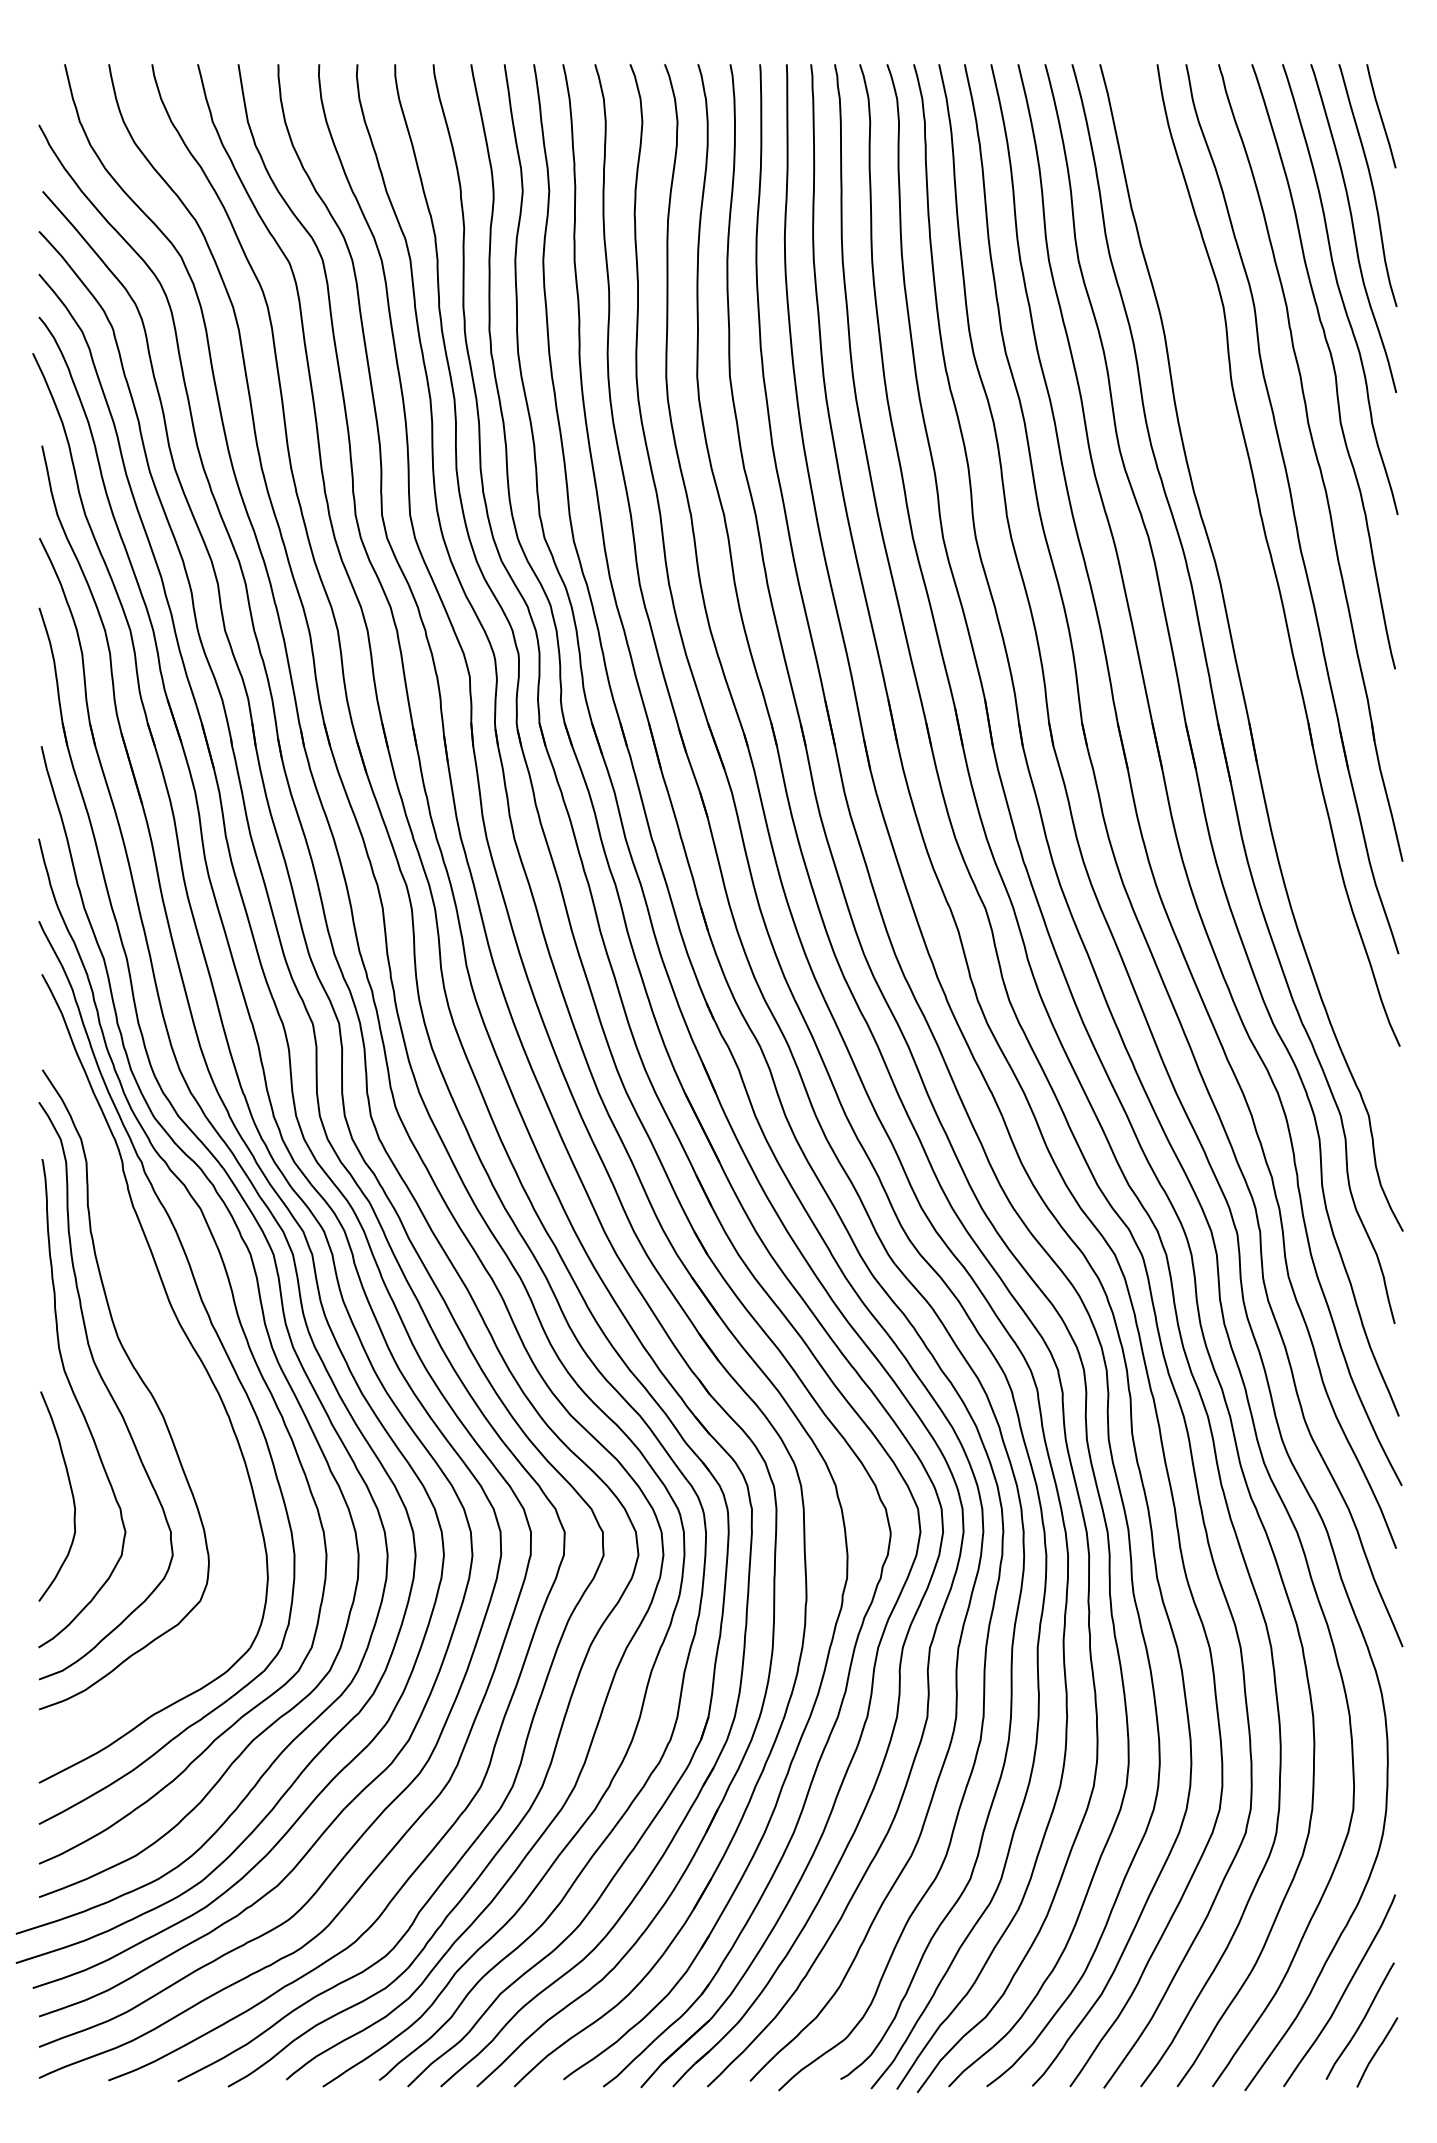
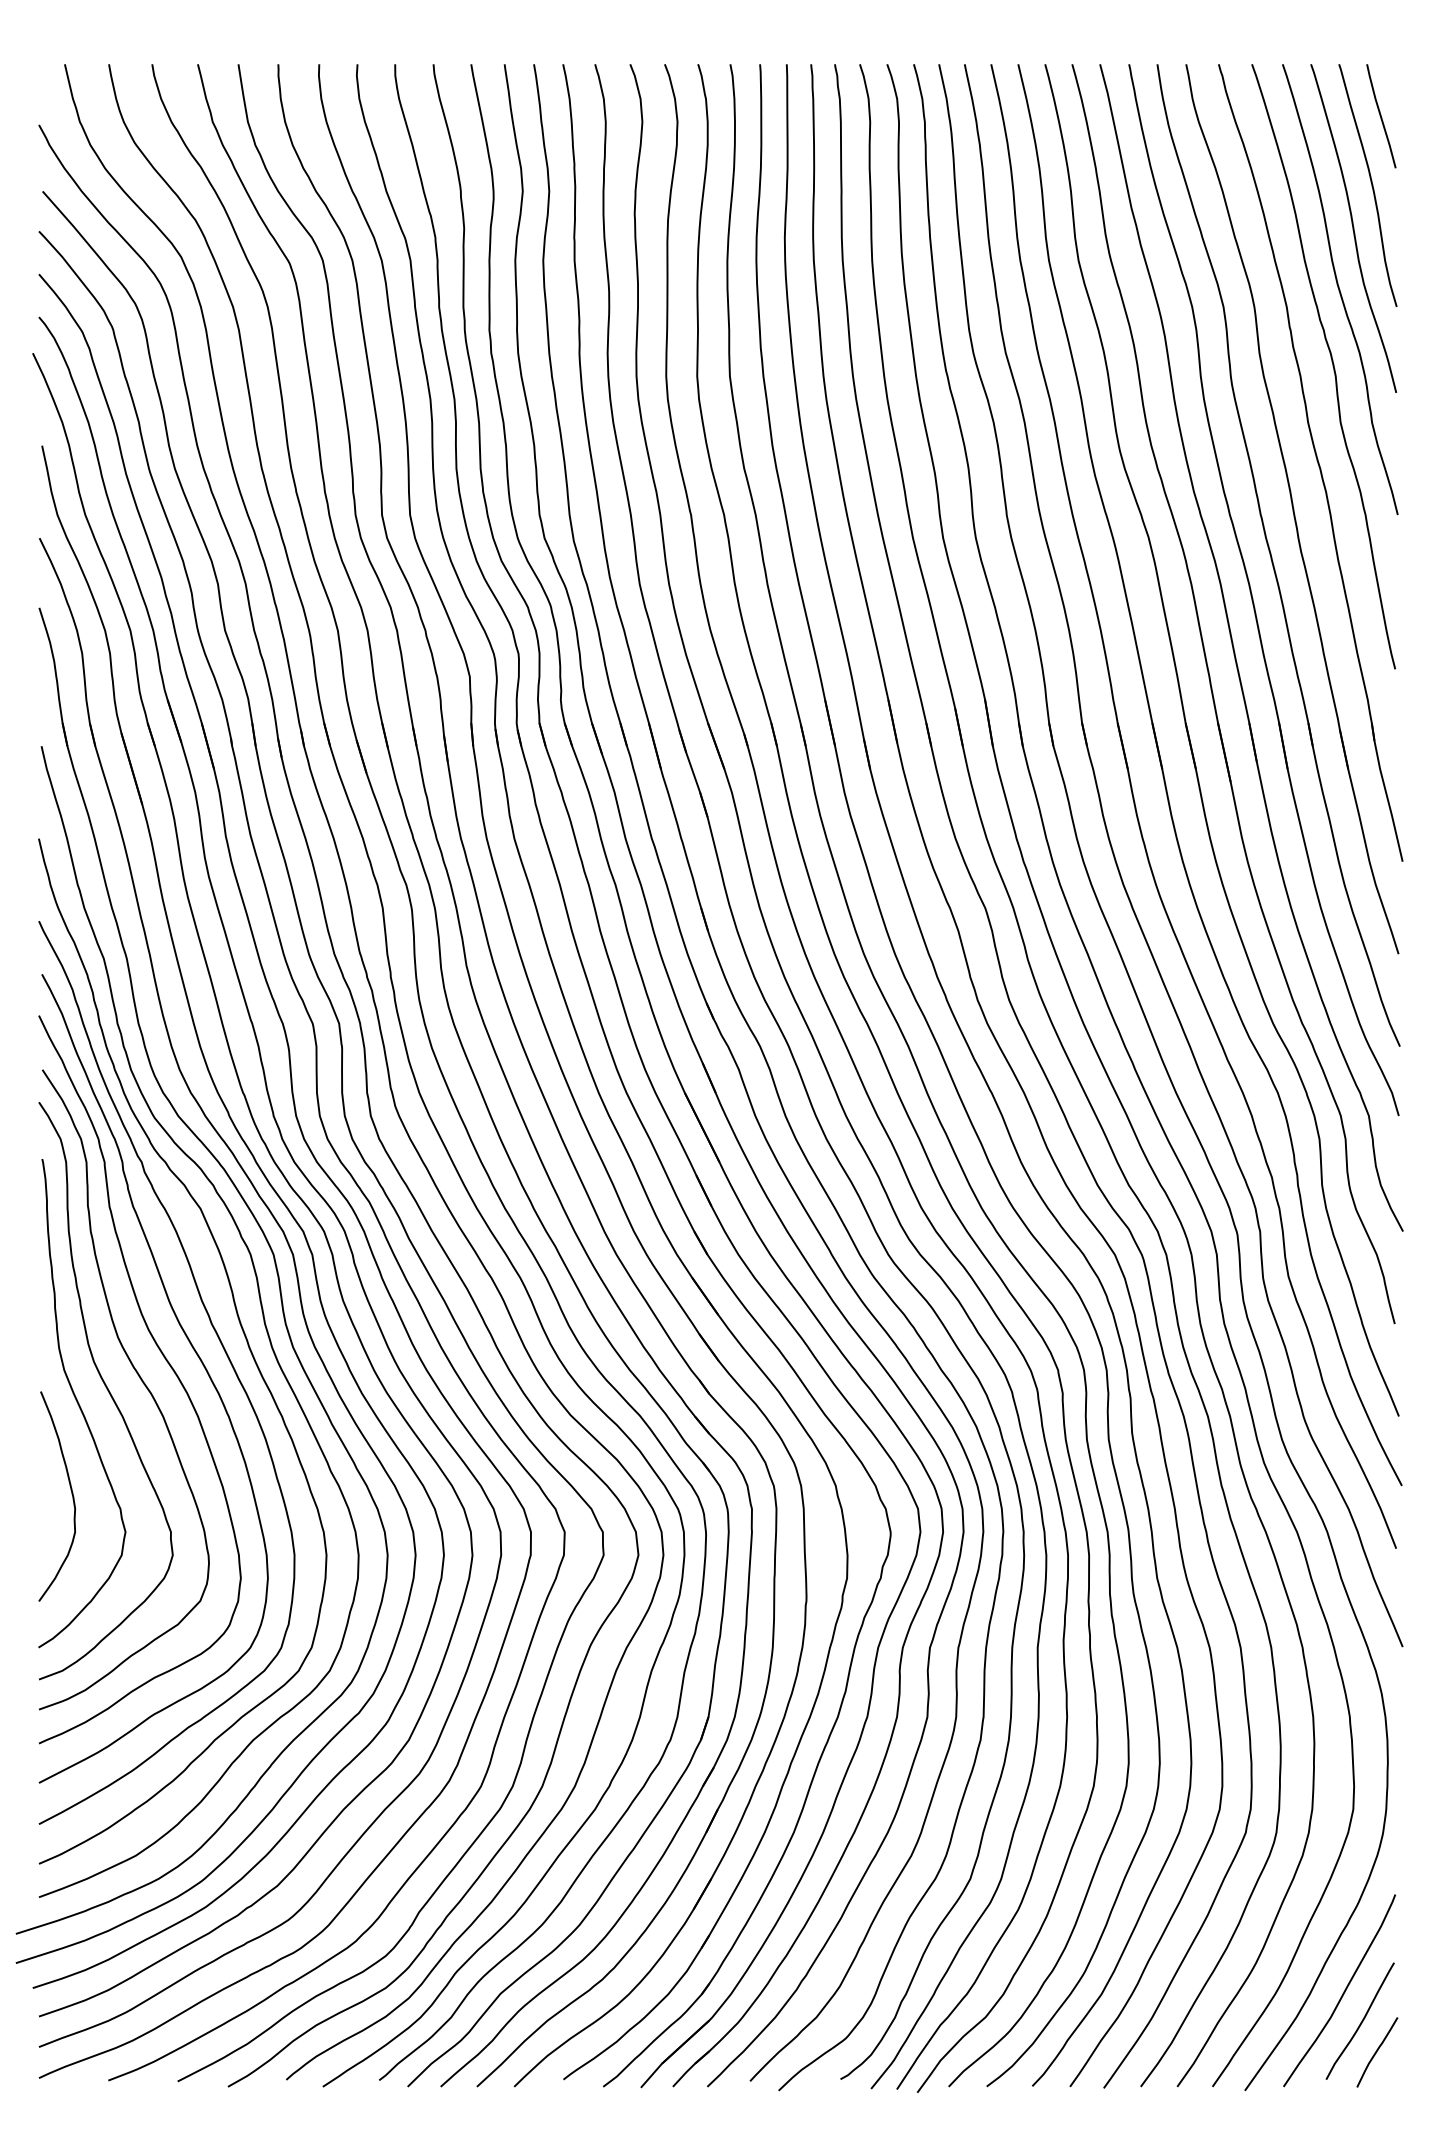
part at (1252, 593): none -> present
curve at (165, 1360): none -> present
